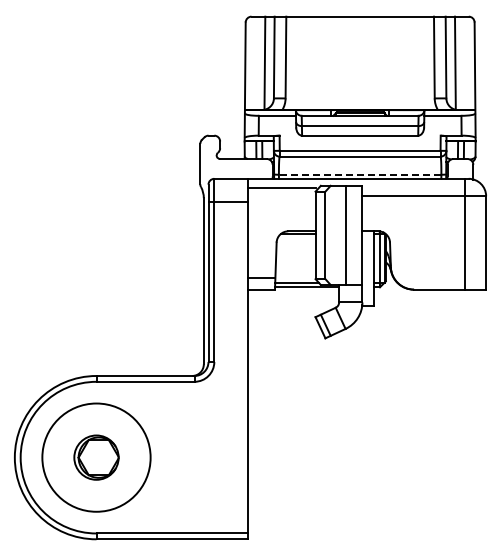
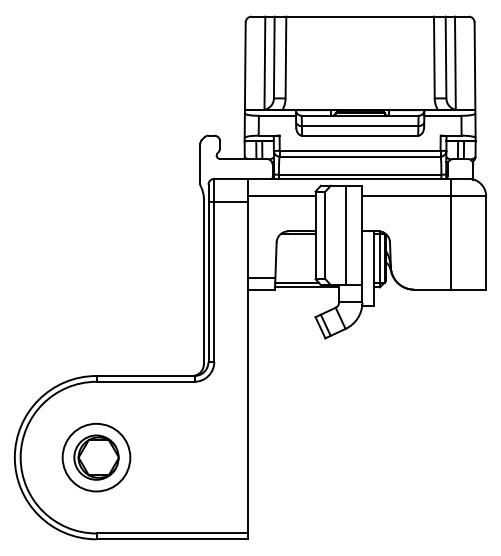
line at (359, 174): dashed -> solid
line at (281, 188) position: (281, 188) -> (281, 196)
line at (465, 233) position: (465, 233) -> (451, 233)
circle at (96, 457) diameter: 108 px -> 68 px
